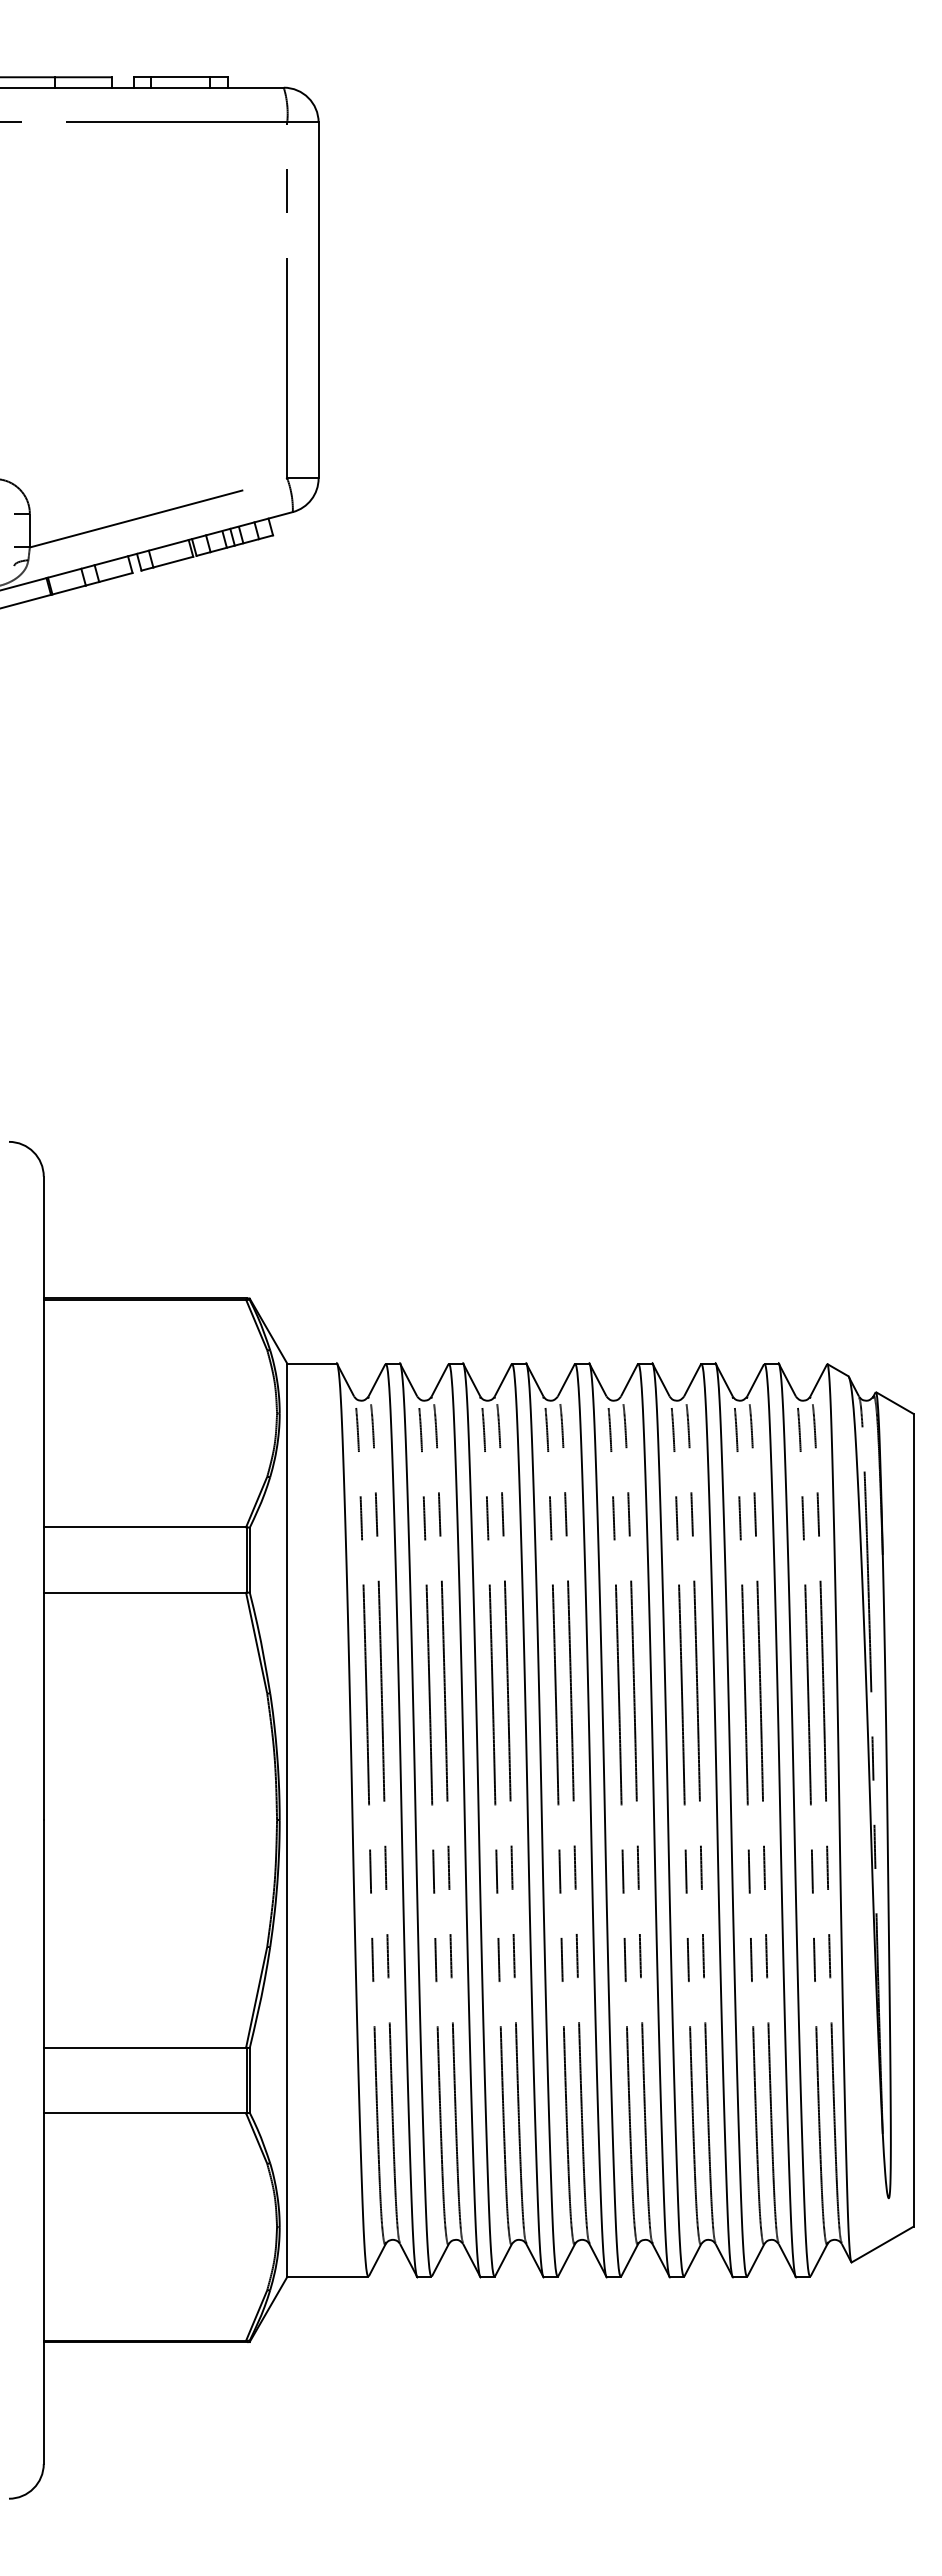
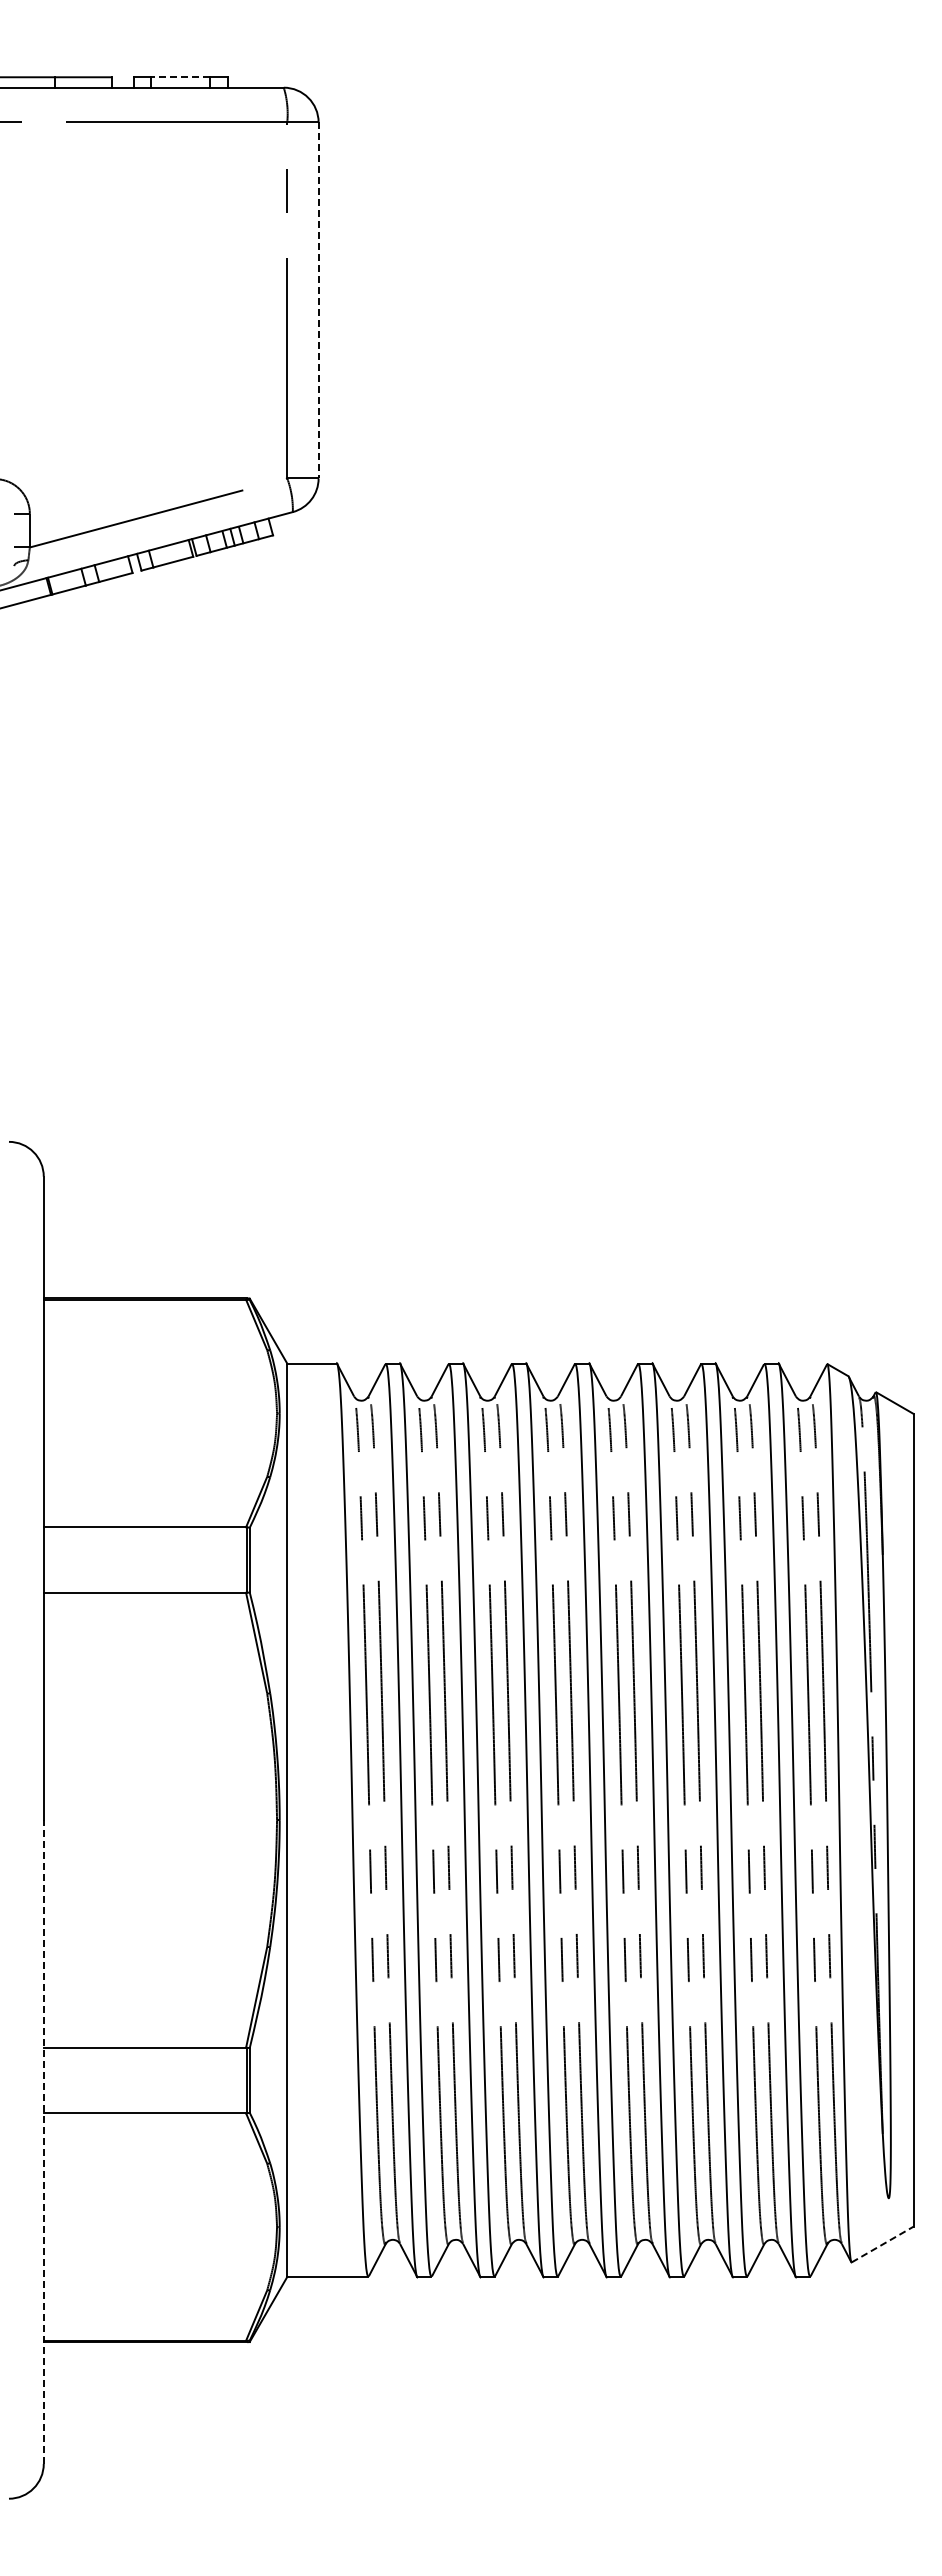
line at (180, 77): solid -> dashed
line at (318, 300): solid -> dashed
line at (43, 2142): solid -> dashed
line at (882, 2244): solid -> dashed
